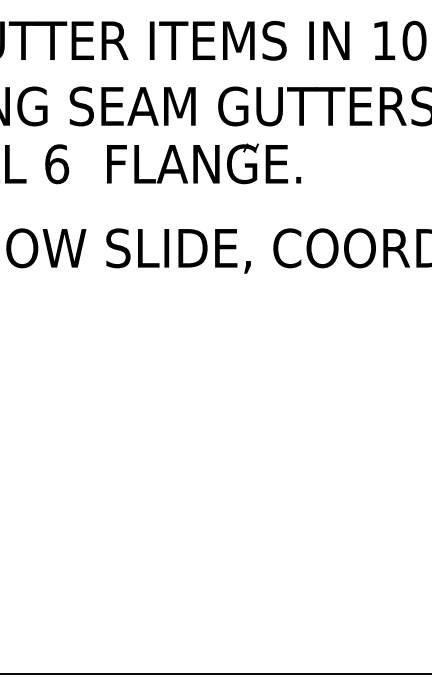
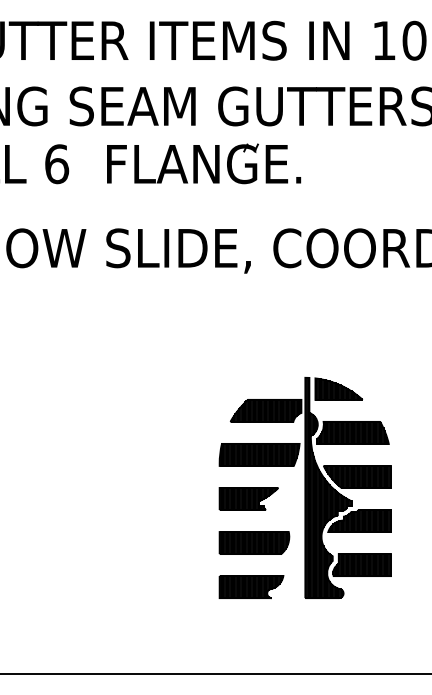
part at (304, 488): none -> present
